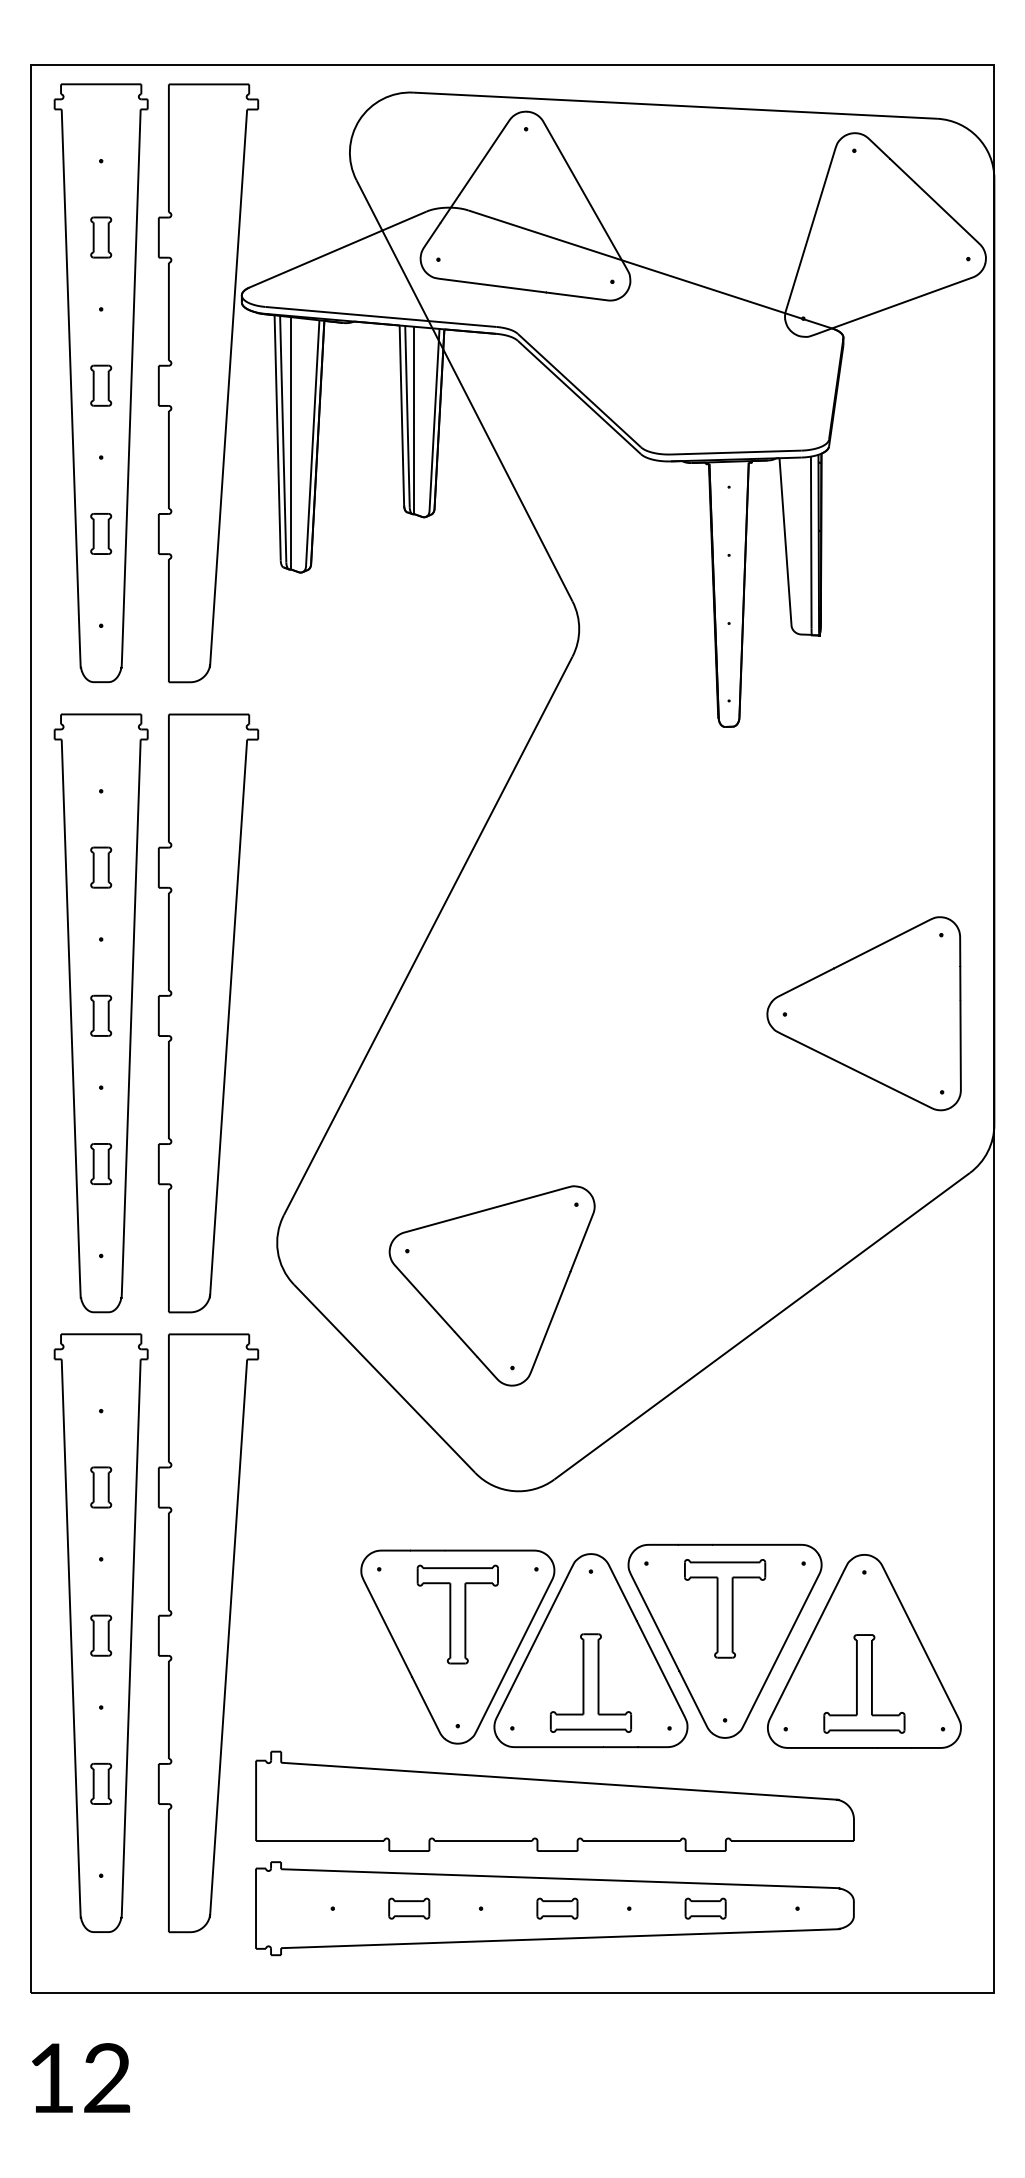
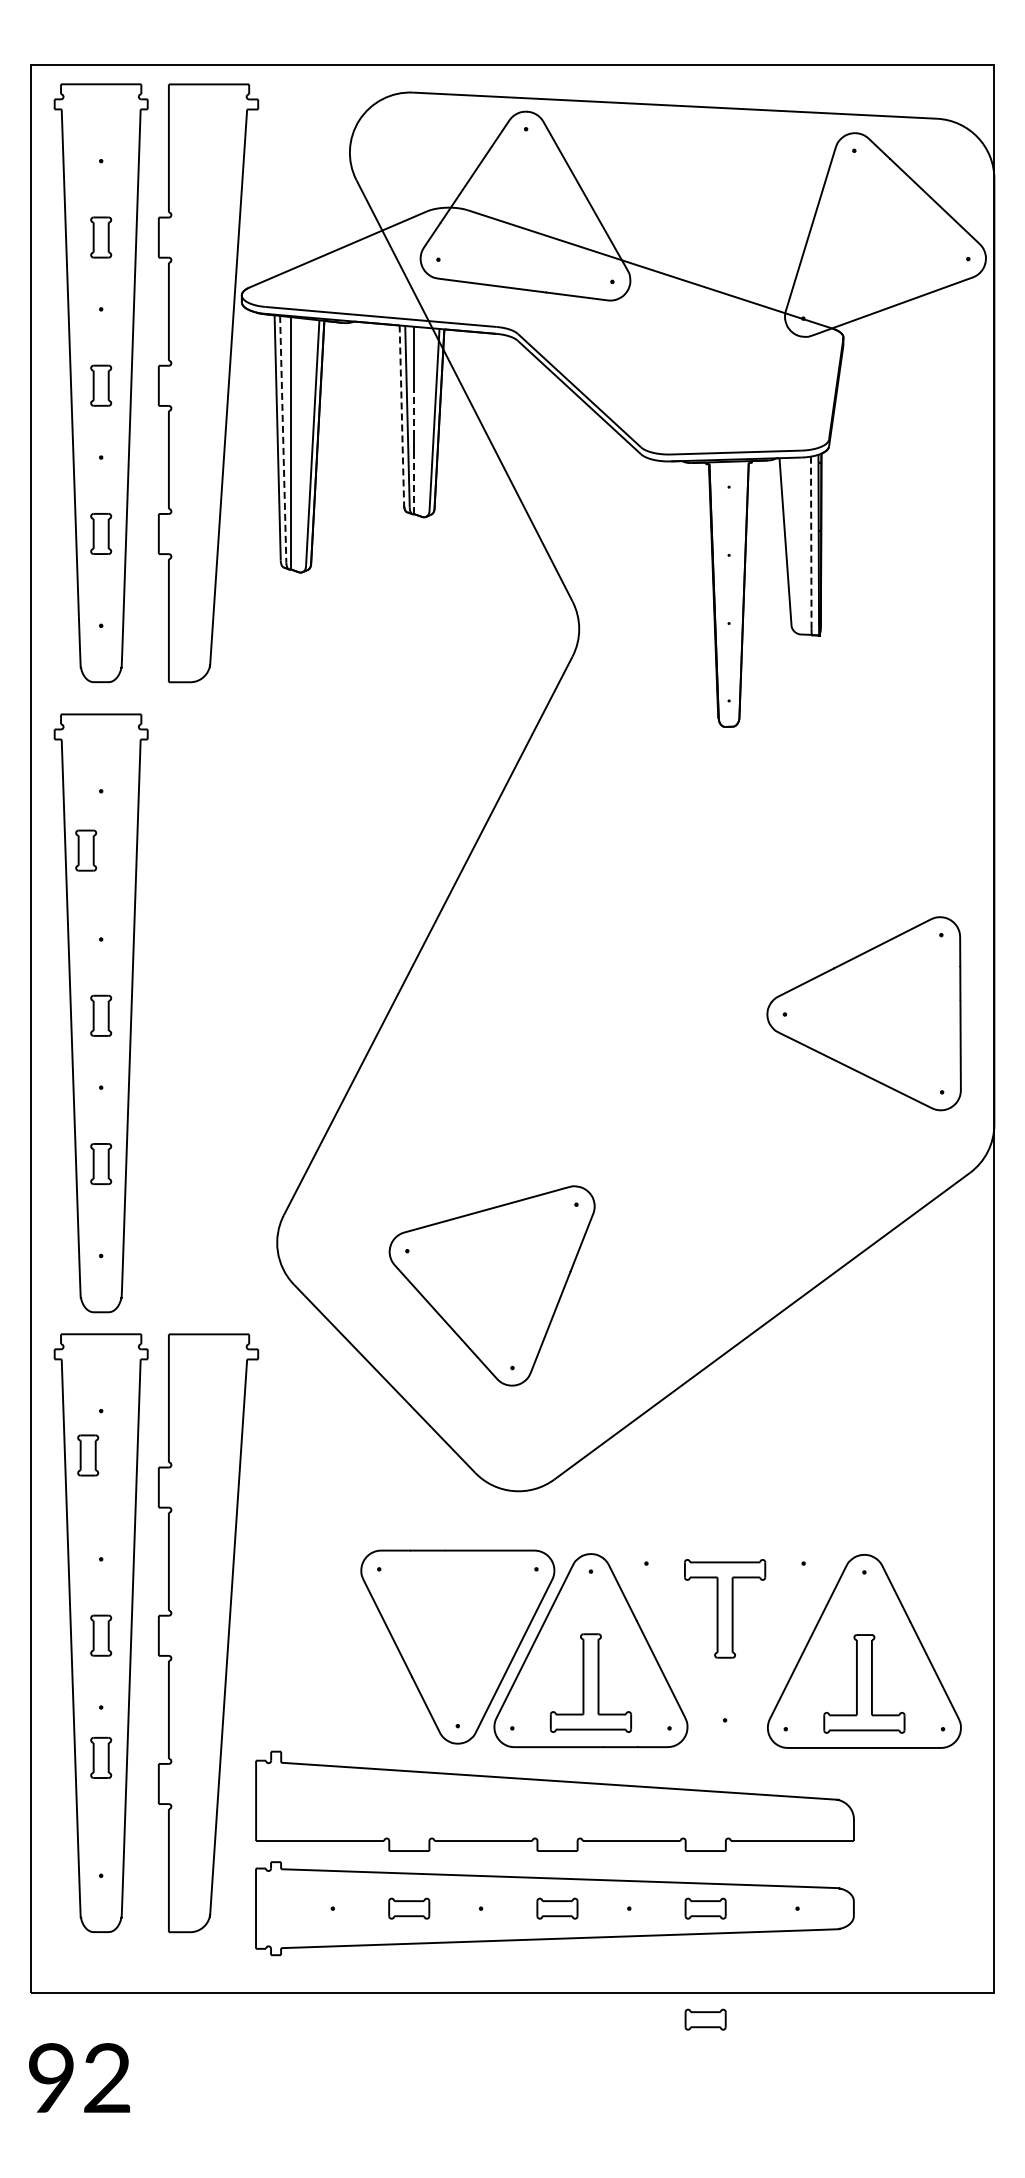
line at (414, 411): solid -> dashed
line at (401, 415): solid -> dashed
line at (283, 439): solid -> dashed
line at (414, 484): solid -> dashed
line at (811, 542): solid -> dashed
part at (101, 867) position: (101, 867) -> (86, 850)
part at (208, 1013): present -> none
part at (101, 1487) position: (101, 1487) -> (88, 1455)
part at (457, 1614): present -> none
part at (724, 1640): present -> none
part at (101, 1783) position: (101, 1783) -> (101, 1757)
part at (705, 2019): none -> present
text at (51, 2077): 12 -> 92
